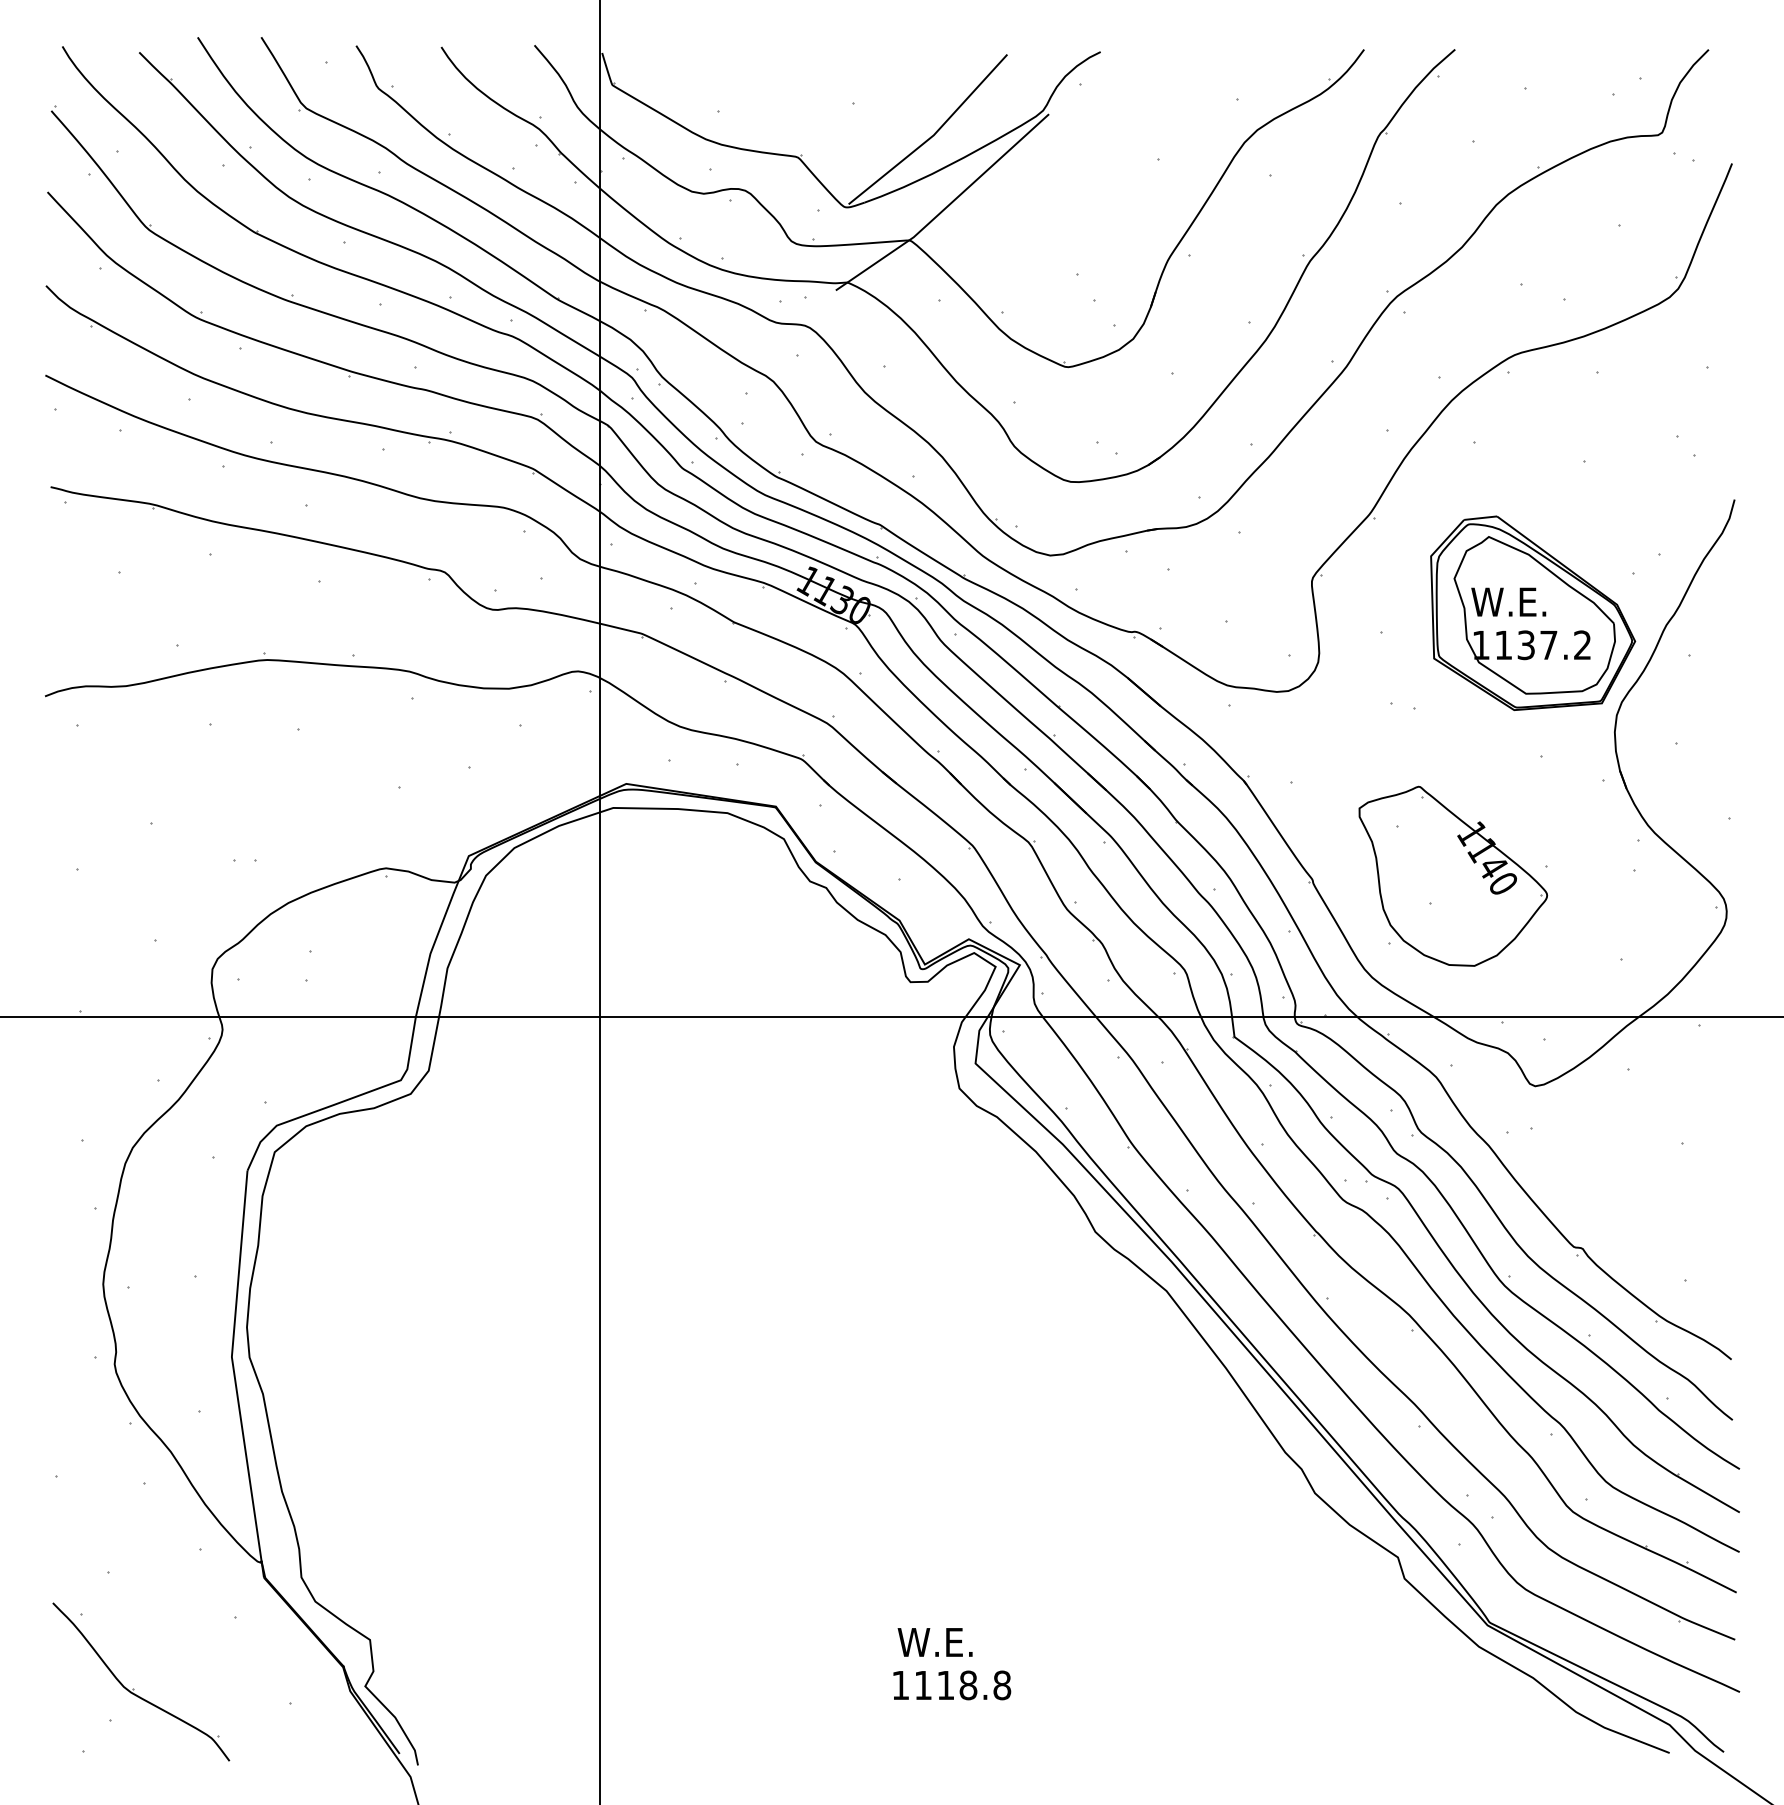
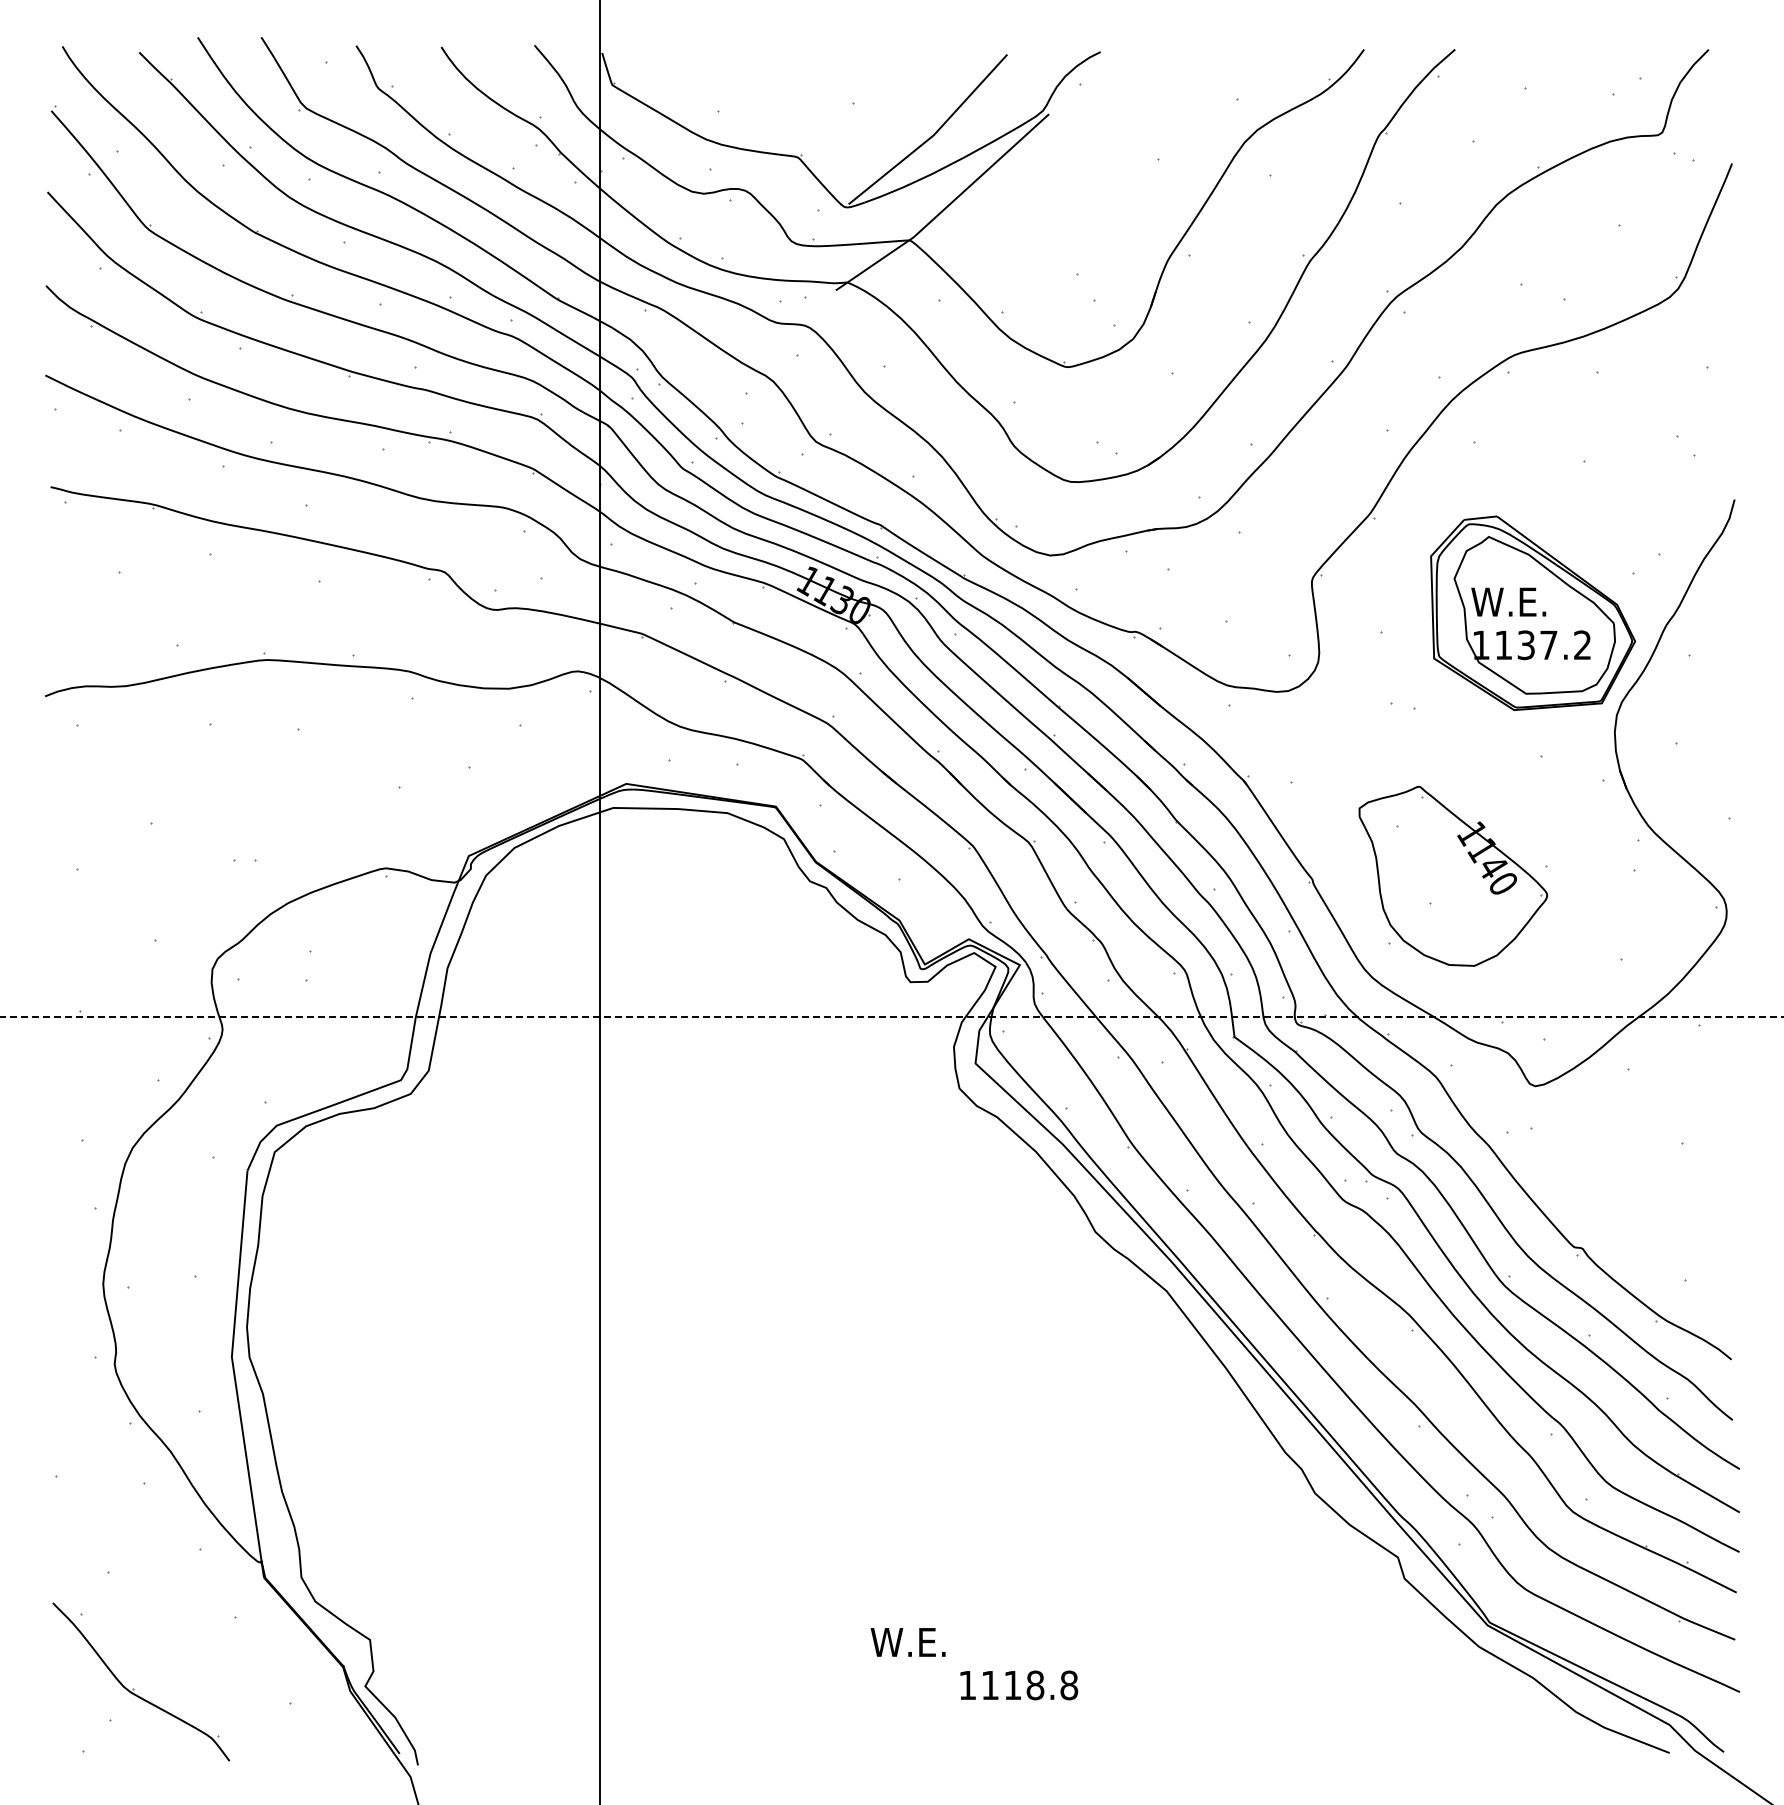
line at (892, 1017): solid -> dashed
text at (934, 1642) position: (934, 1642) -> (907, 1642)
text at (952, 1685) position: (952, 1685) -> (1019, 1685)
